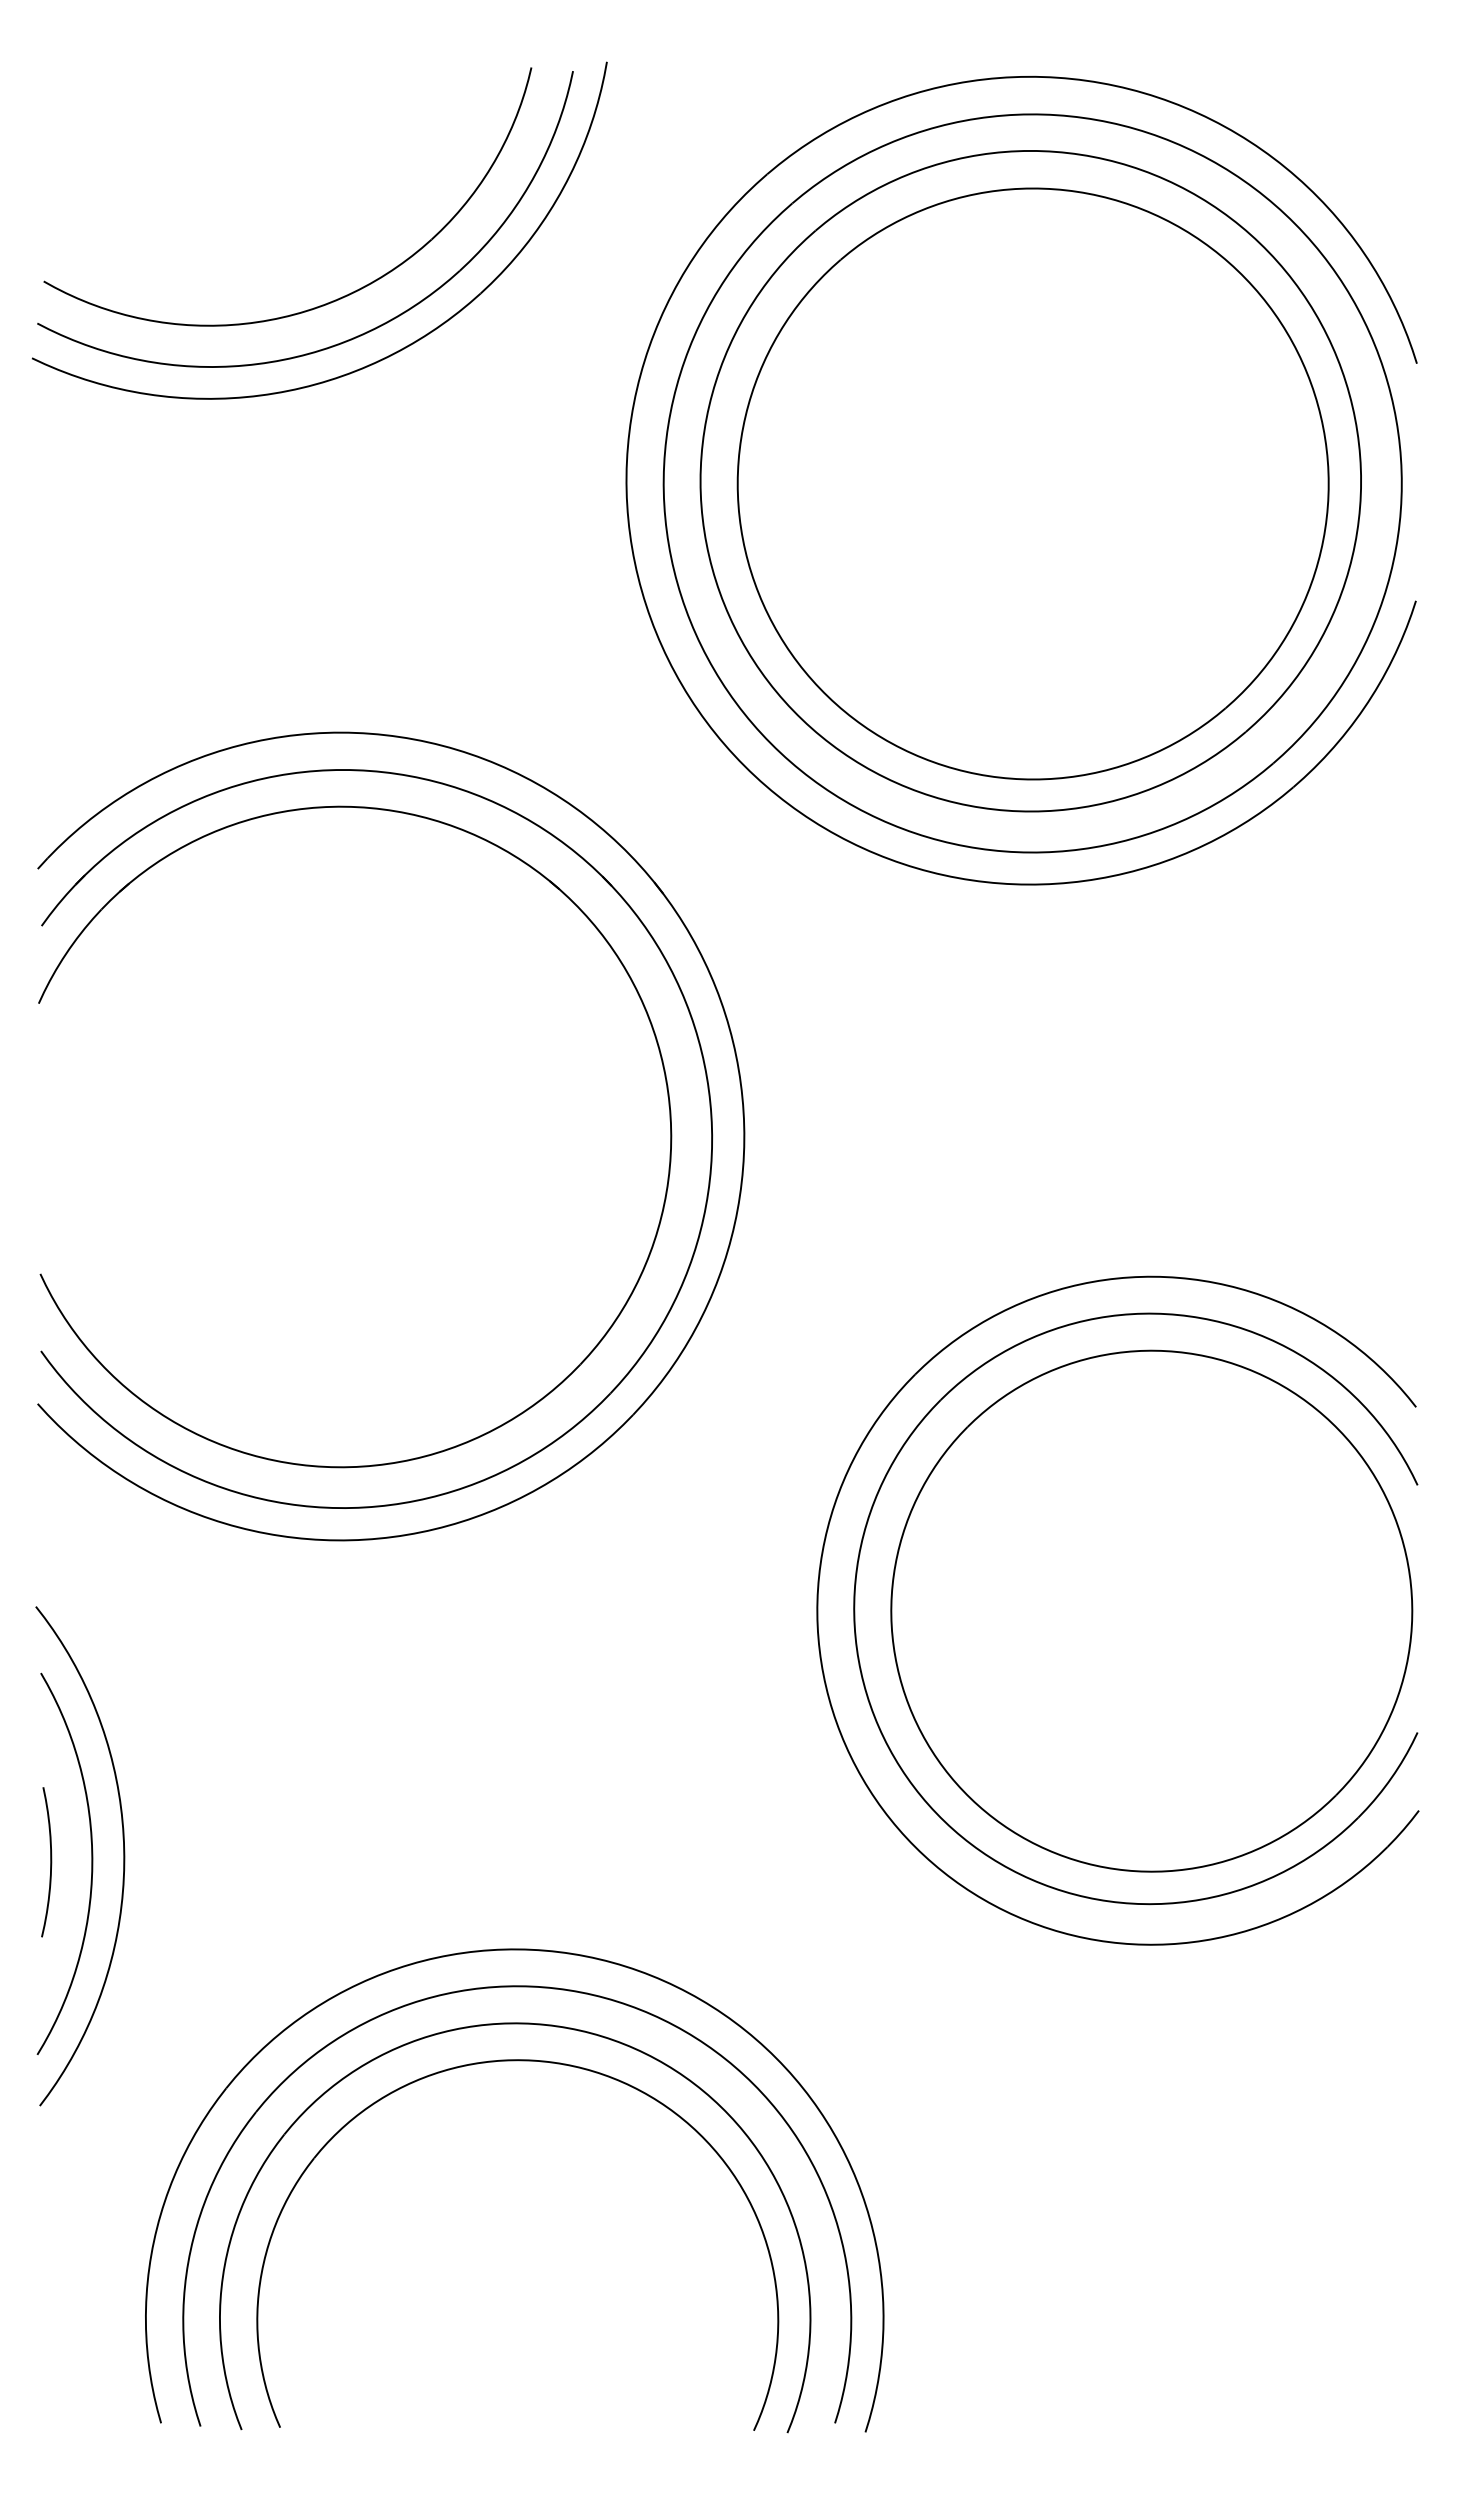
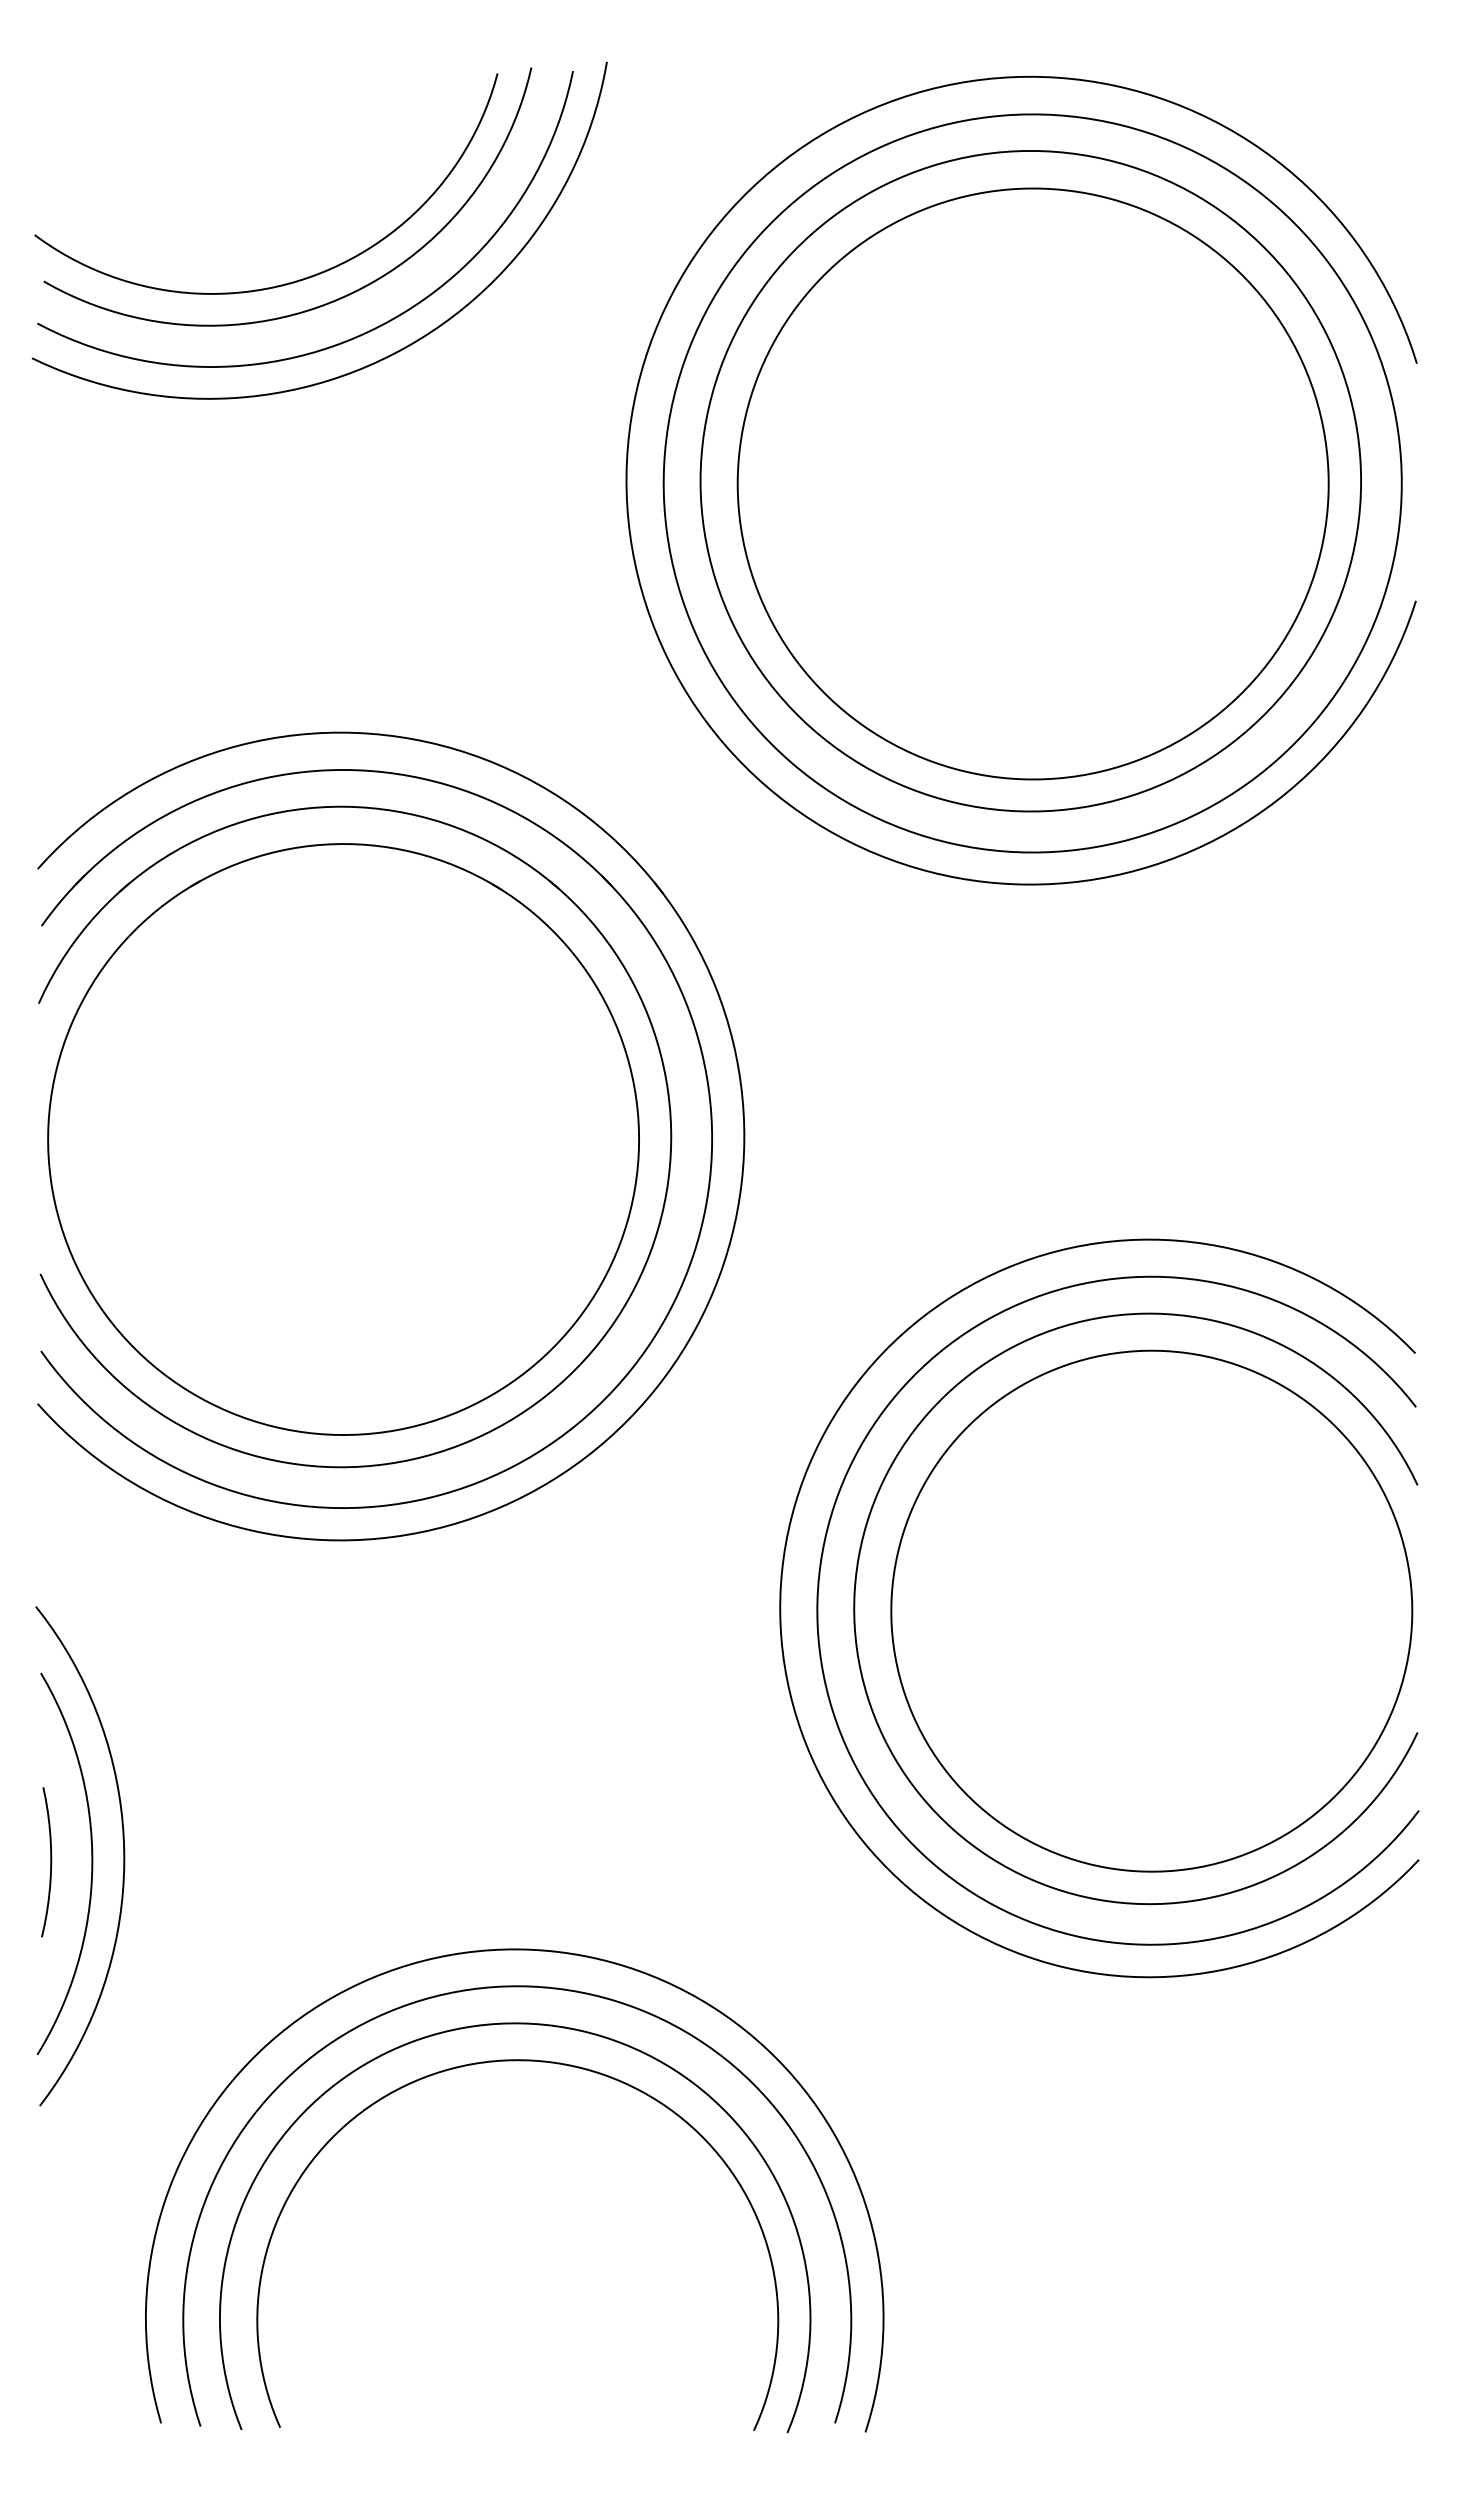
part at (295, 280): none -> present
part at (343, 1139): none -> present
part at (781, 1608): none -> present
